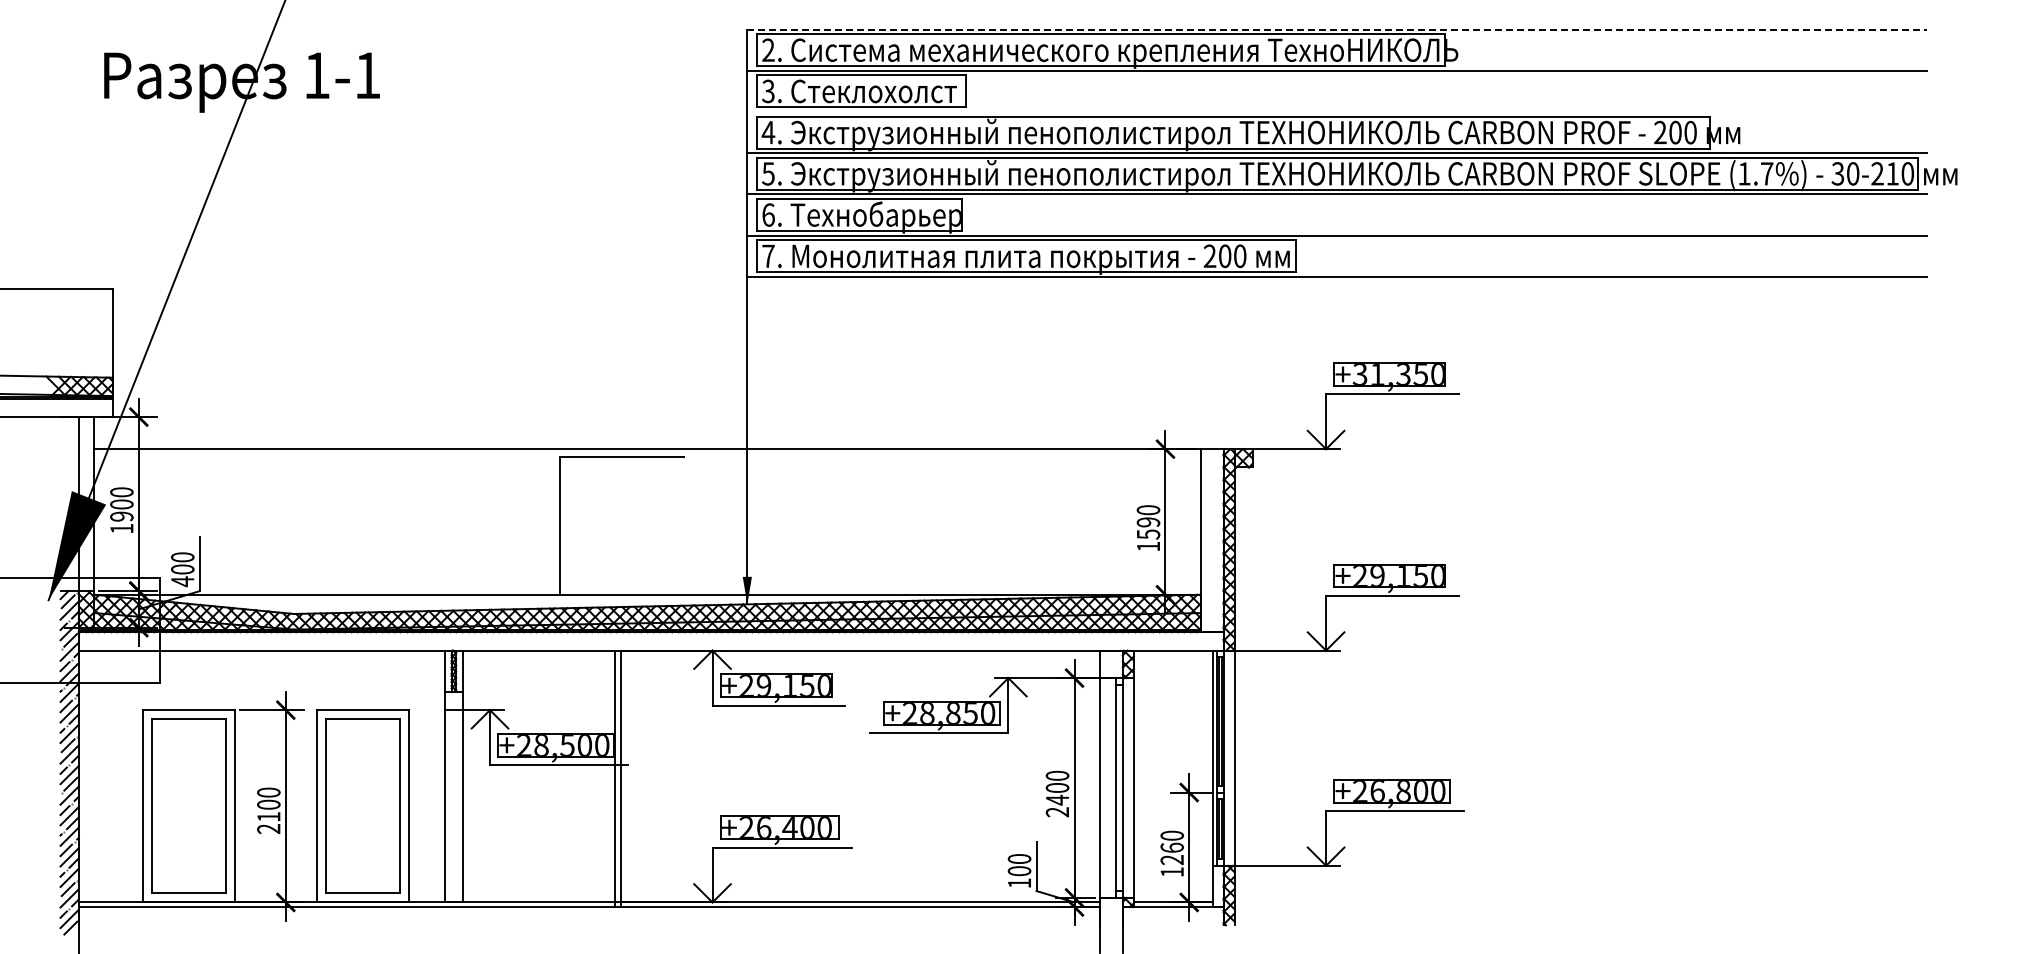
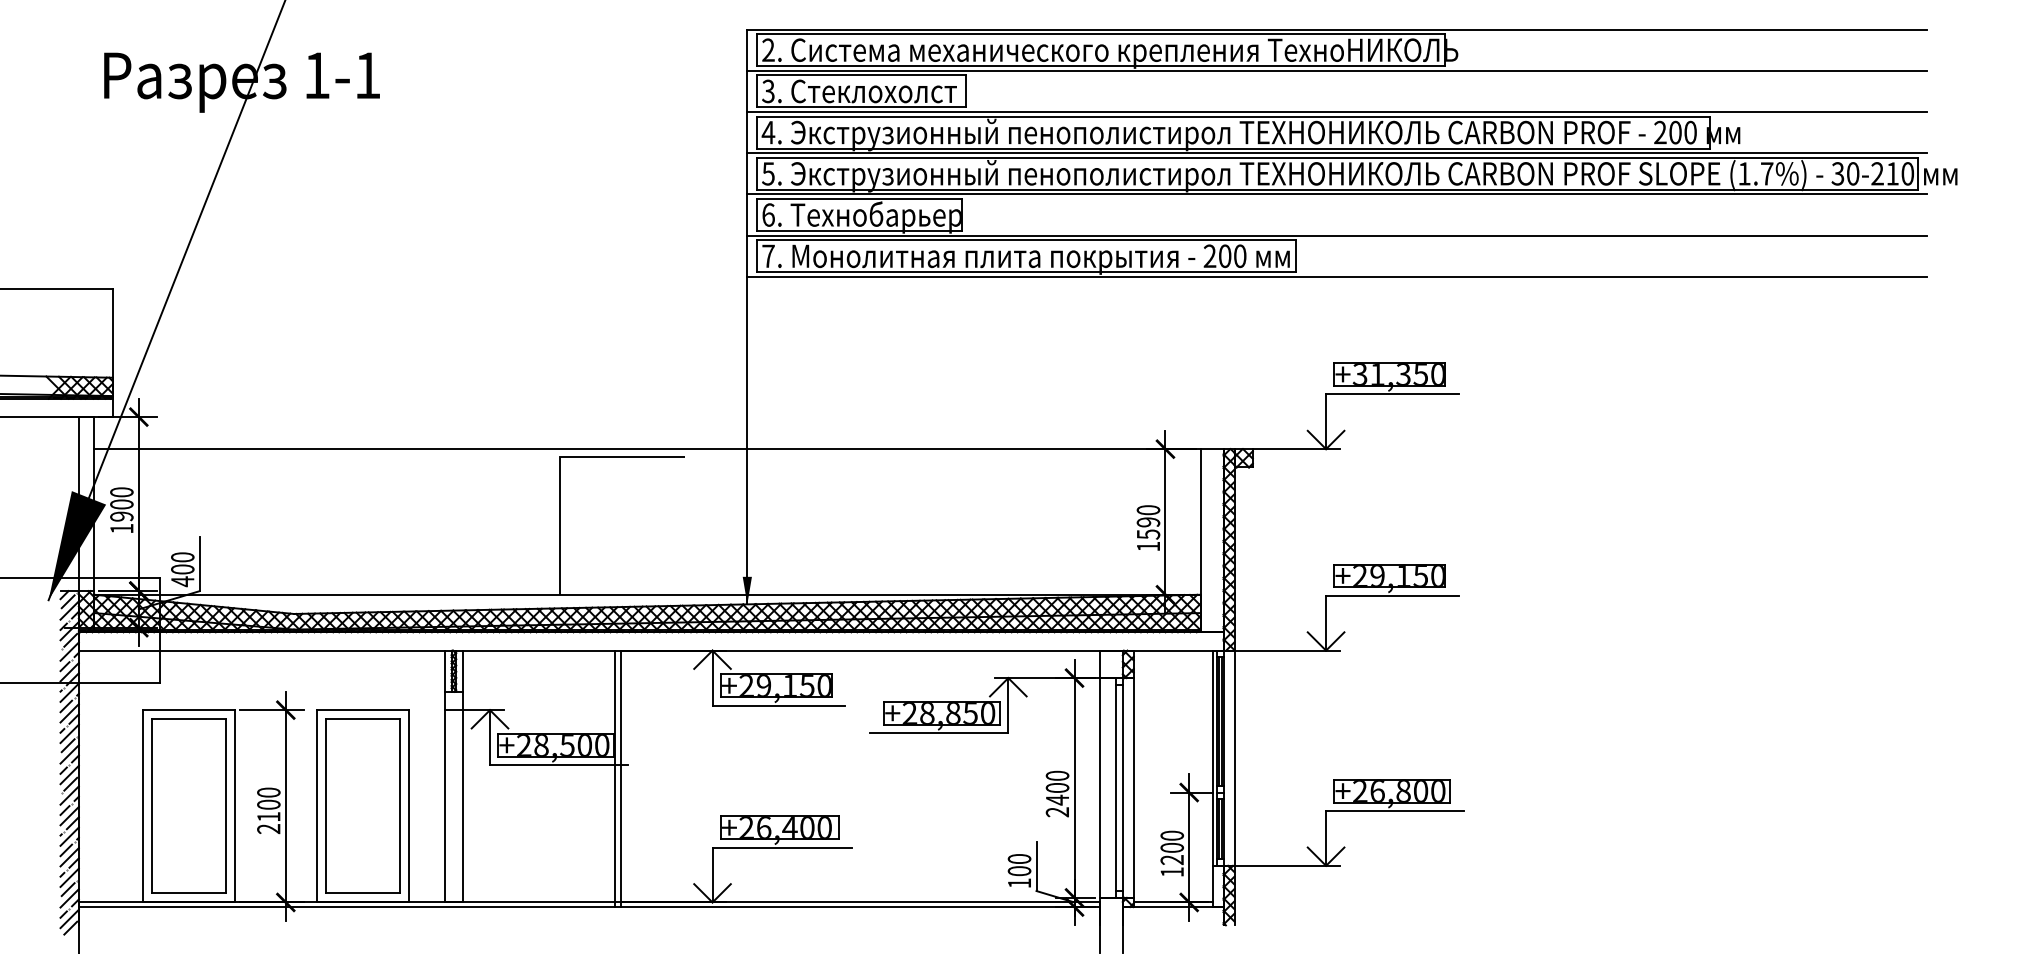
line at (1337, 29): dashed -> solid
line at (1336, 112): none -> present
text at (1171, 847): 1260 -> 1200
